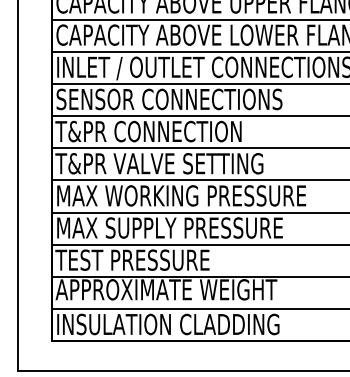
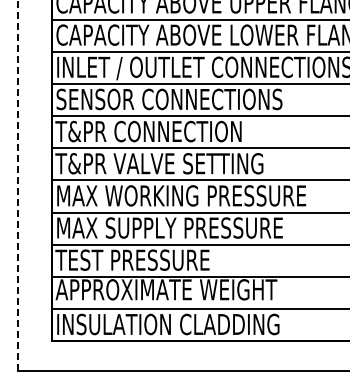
line at (17, 185): solid -> dashed
